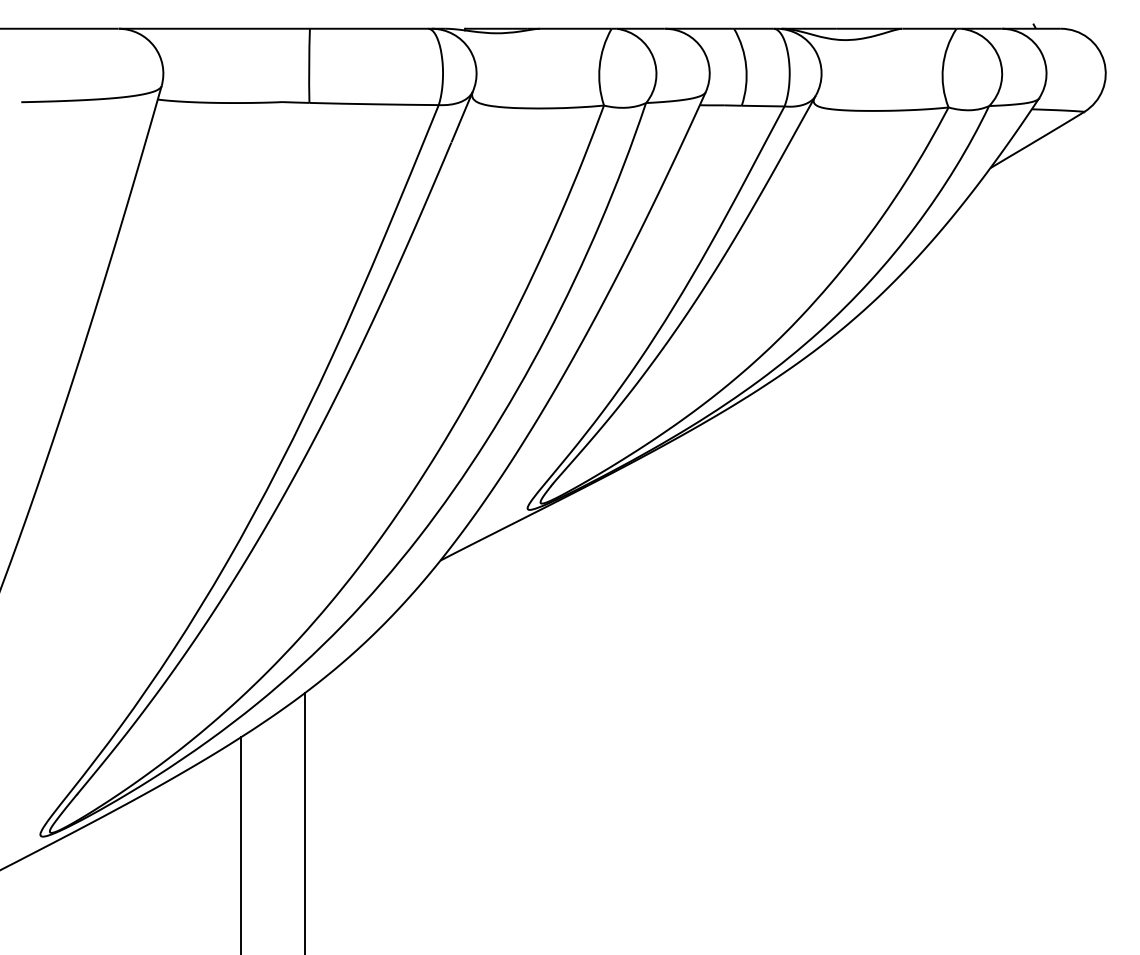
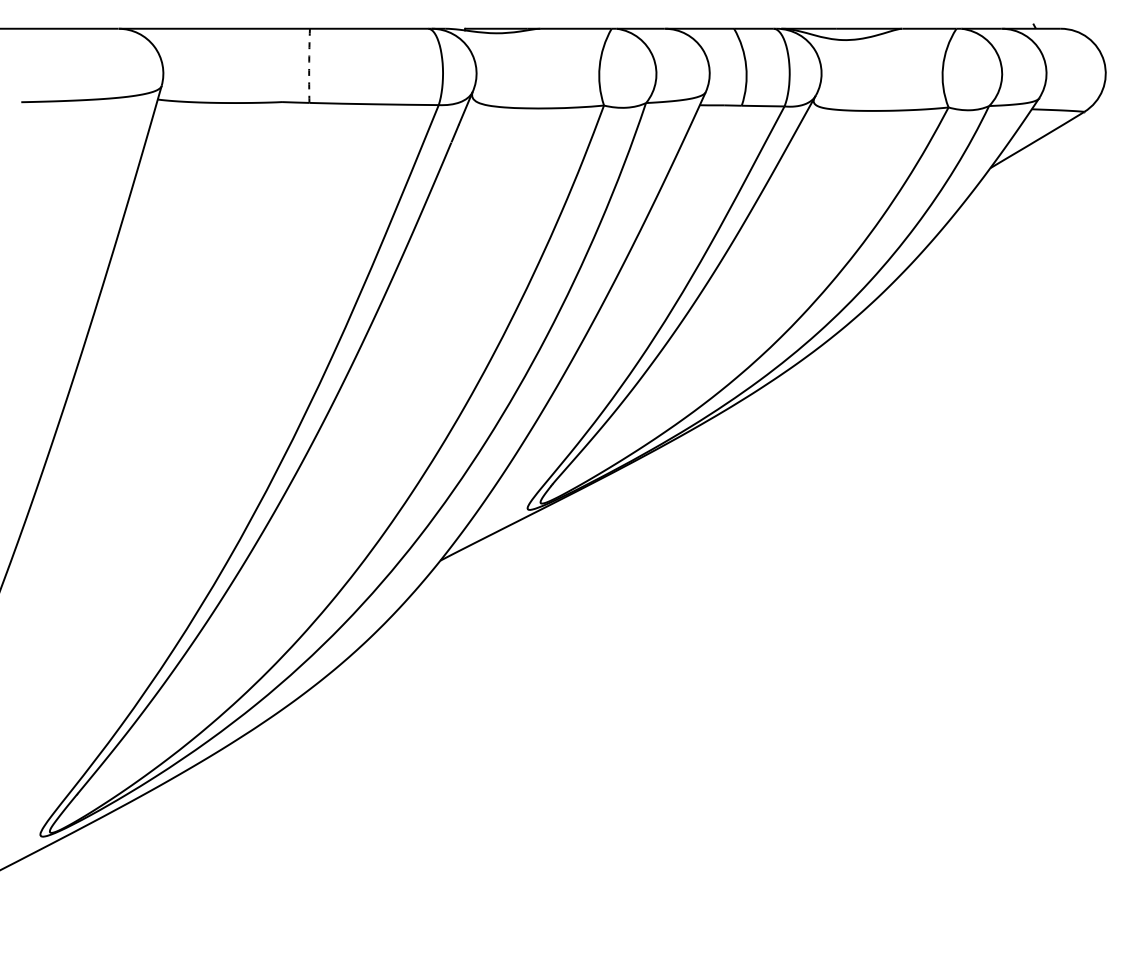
arc at (309, 65): solid -> dashed
line at (305, 822): present -> none
line at (240, 844): present -> none
